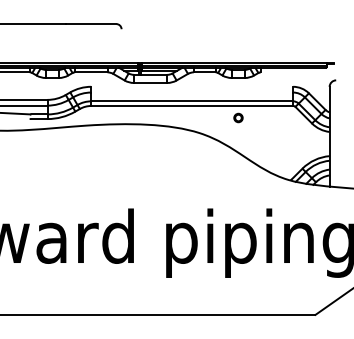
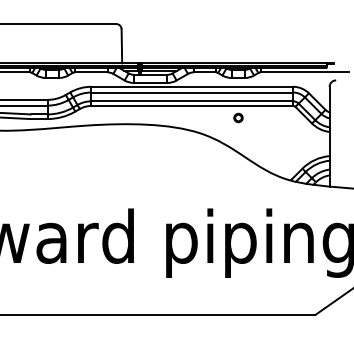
line at (121, 46): none -> present
line at (304, 72): none -> present
line at (192, 86): none -> present
line at (192, 92): none -> present
line at (15, 118): none -> present
